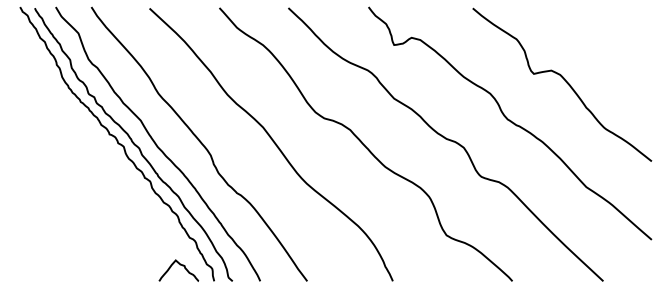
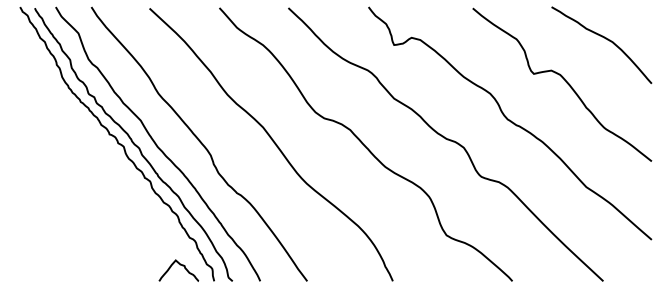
curve at (605, 39): none -> present
